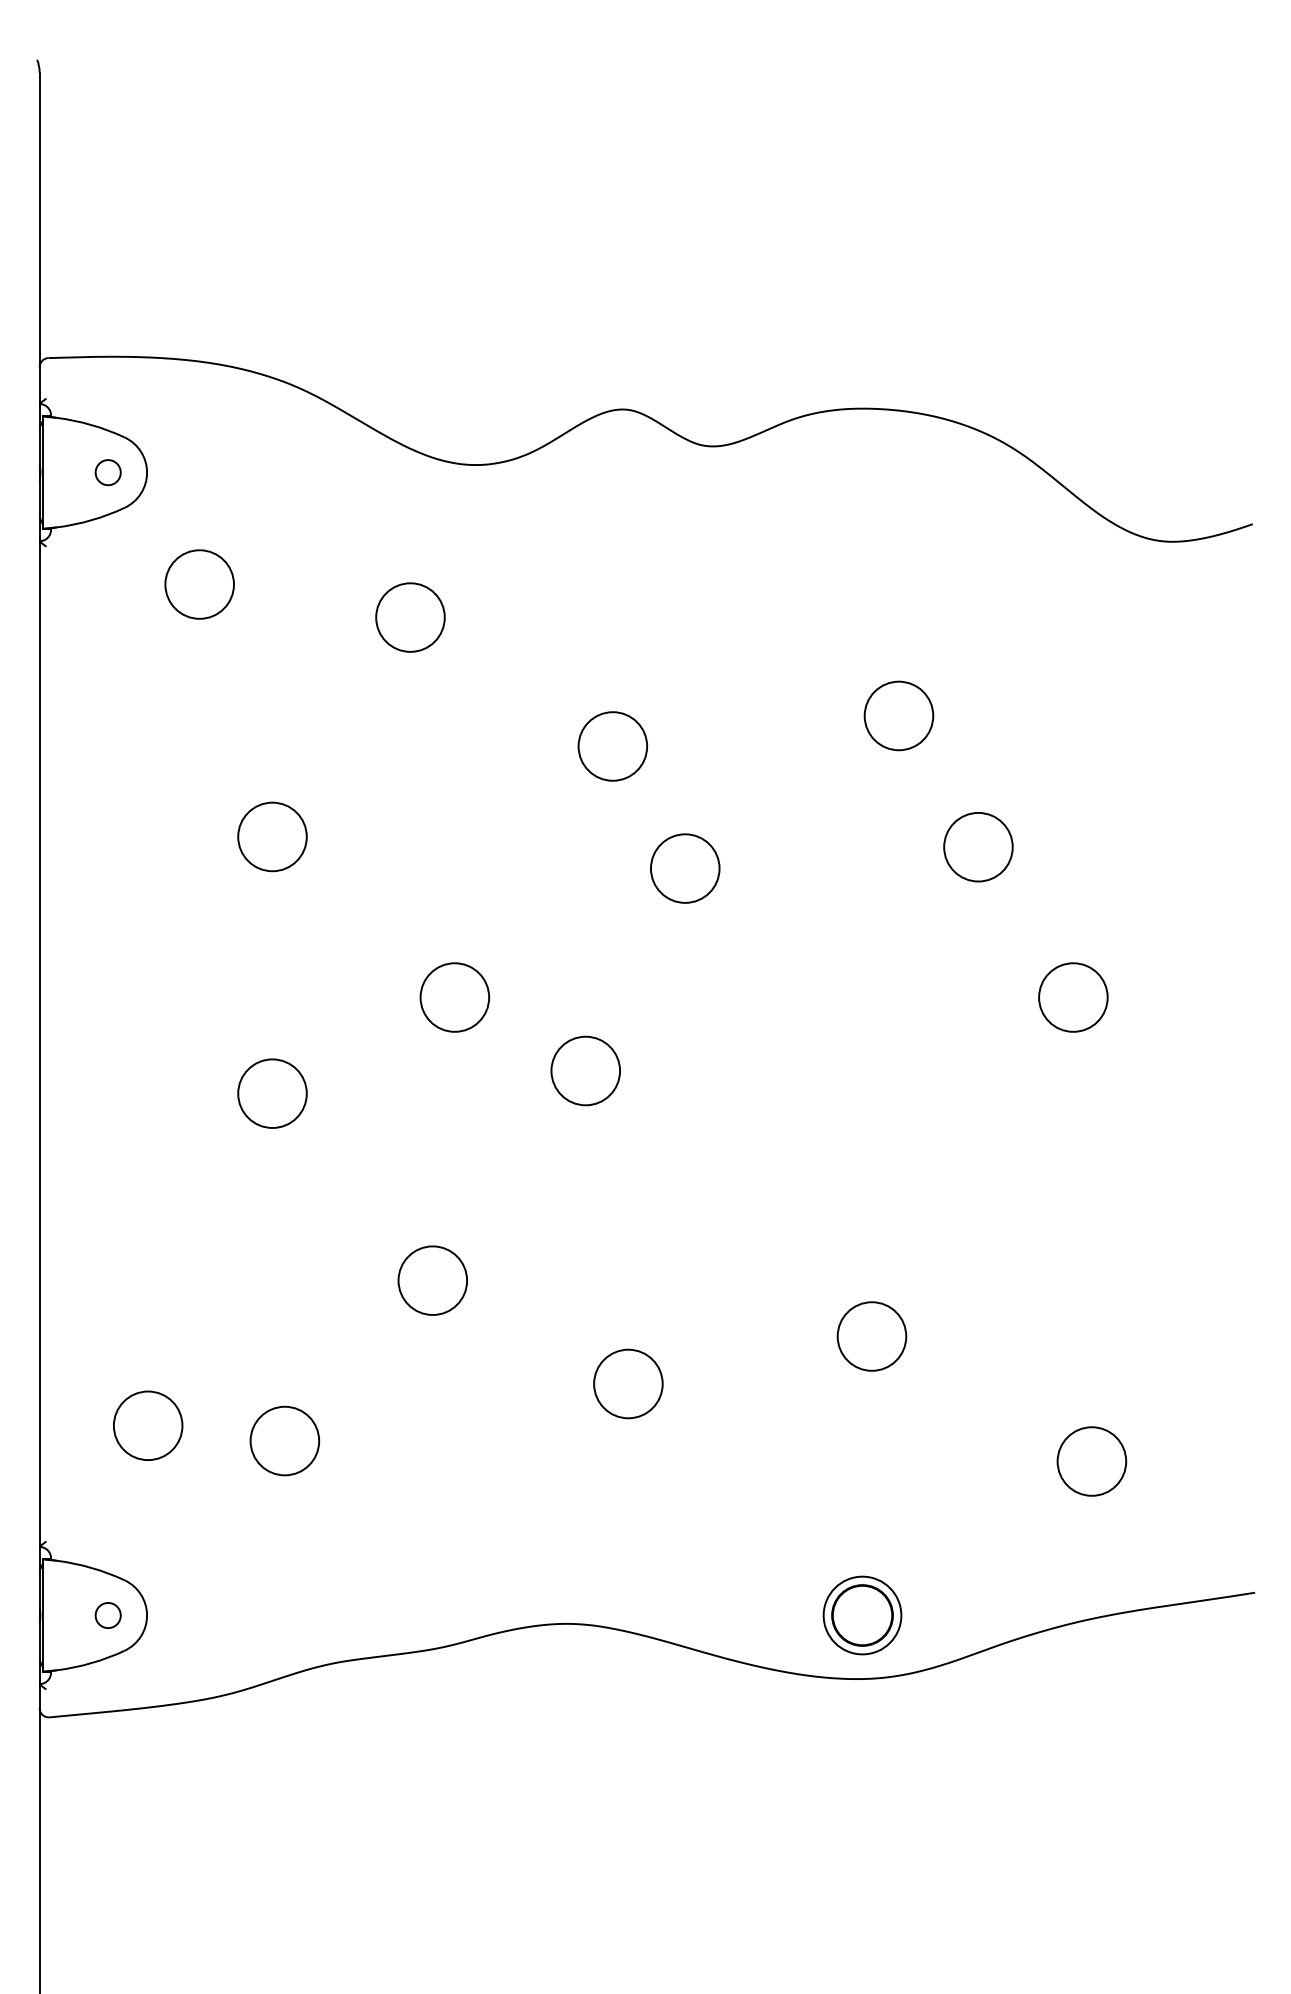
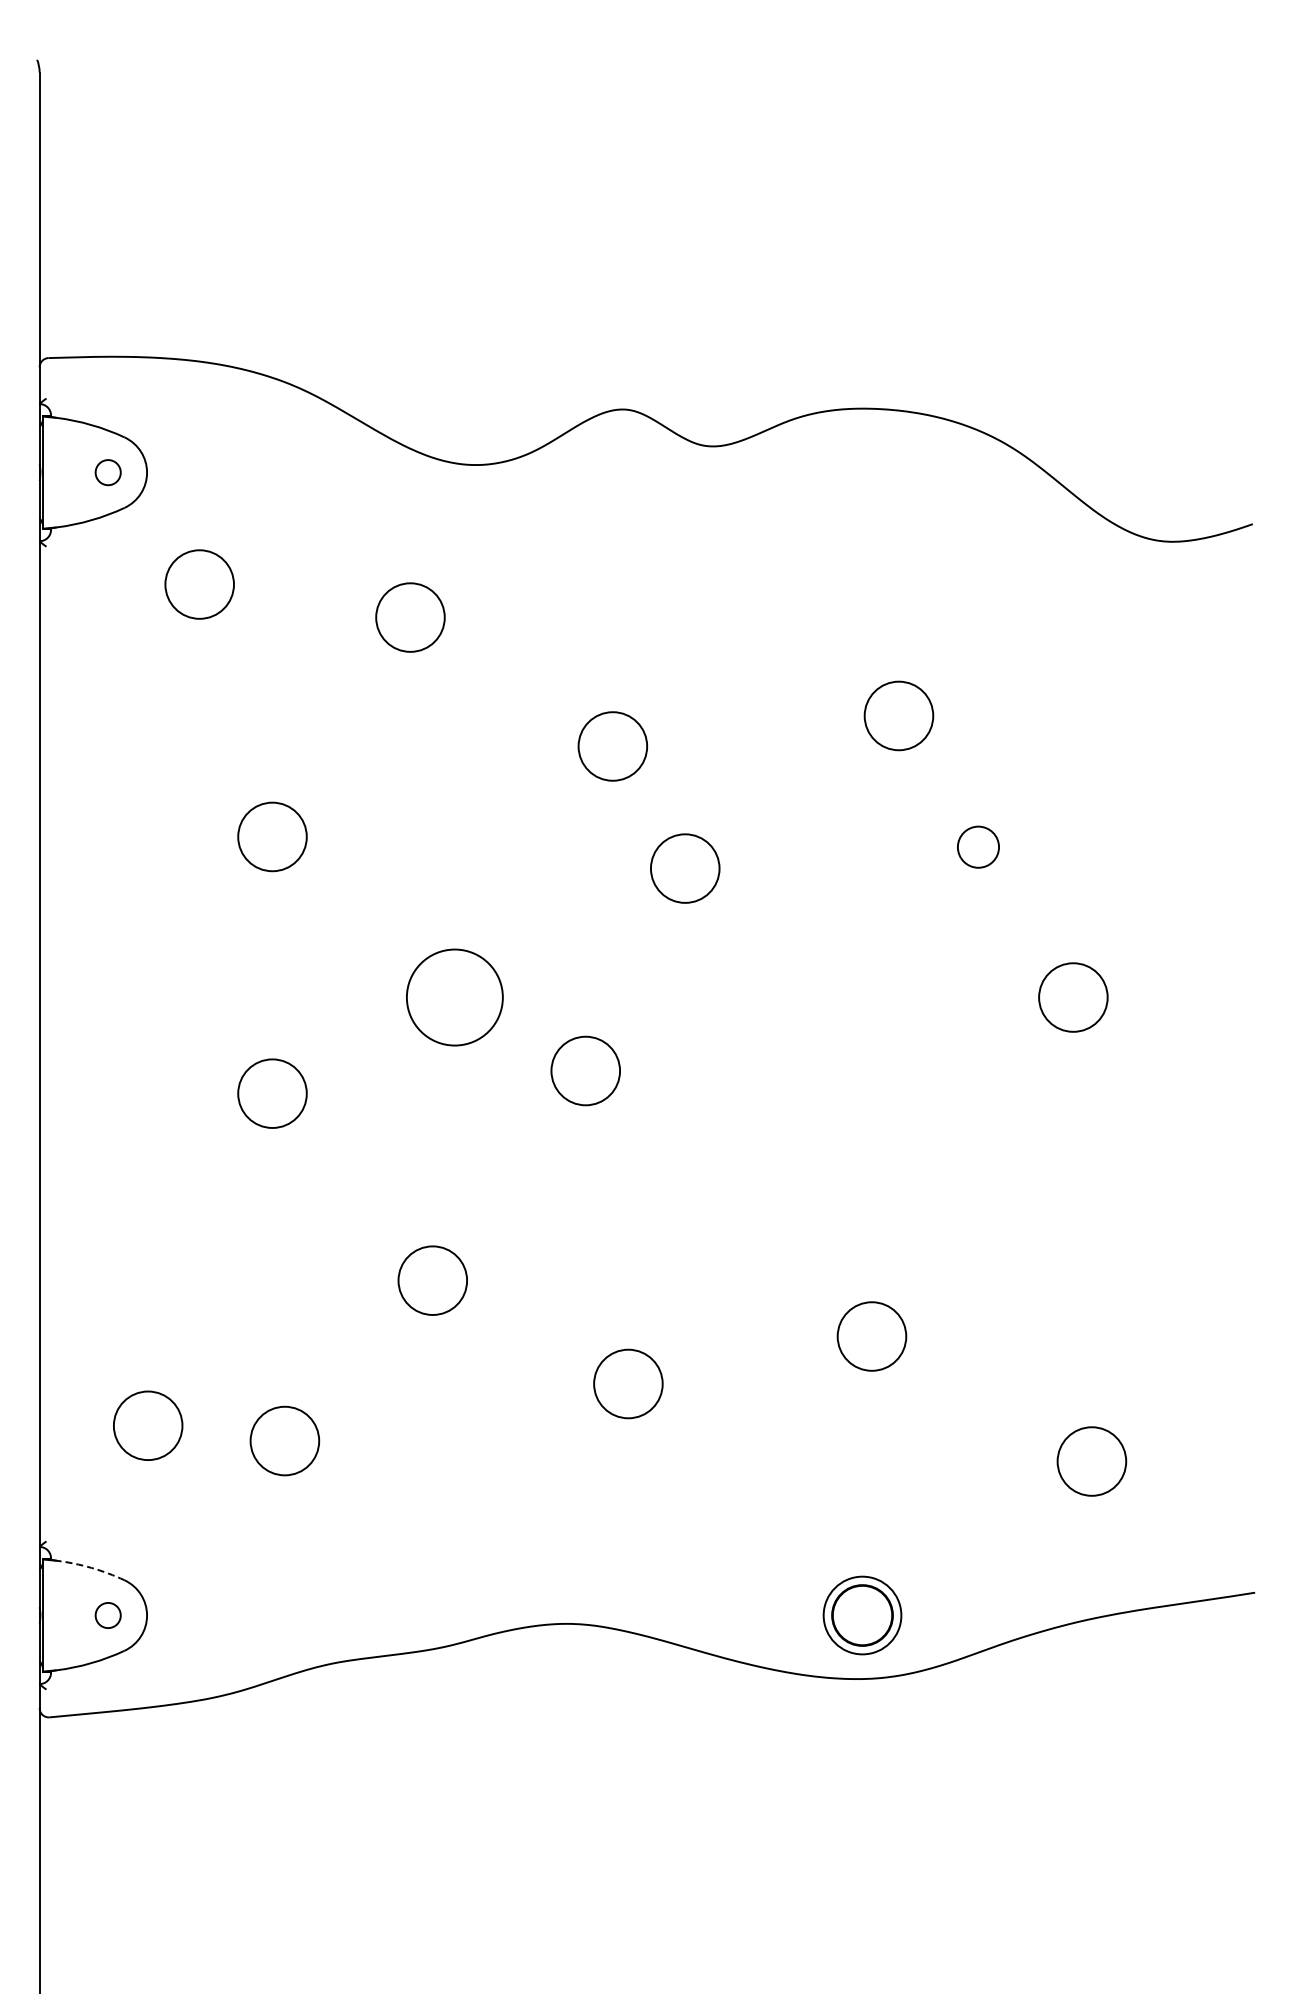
circle at (978, 846) diameter: 69 px -> 41 px
circle at (454, 997) diameter: 69 px -> 96 px
arc at (91, 1567): solid -> dashed
